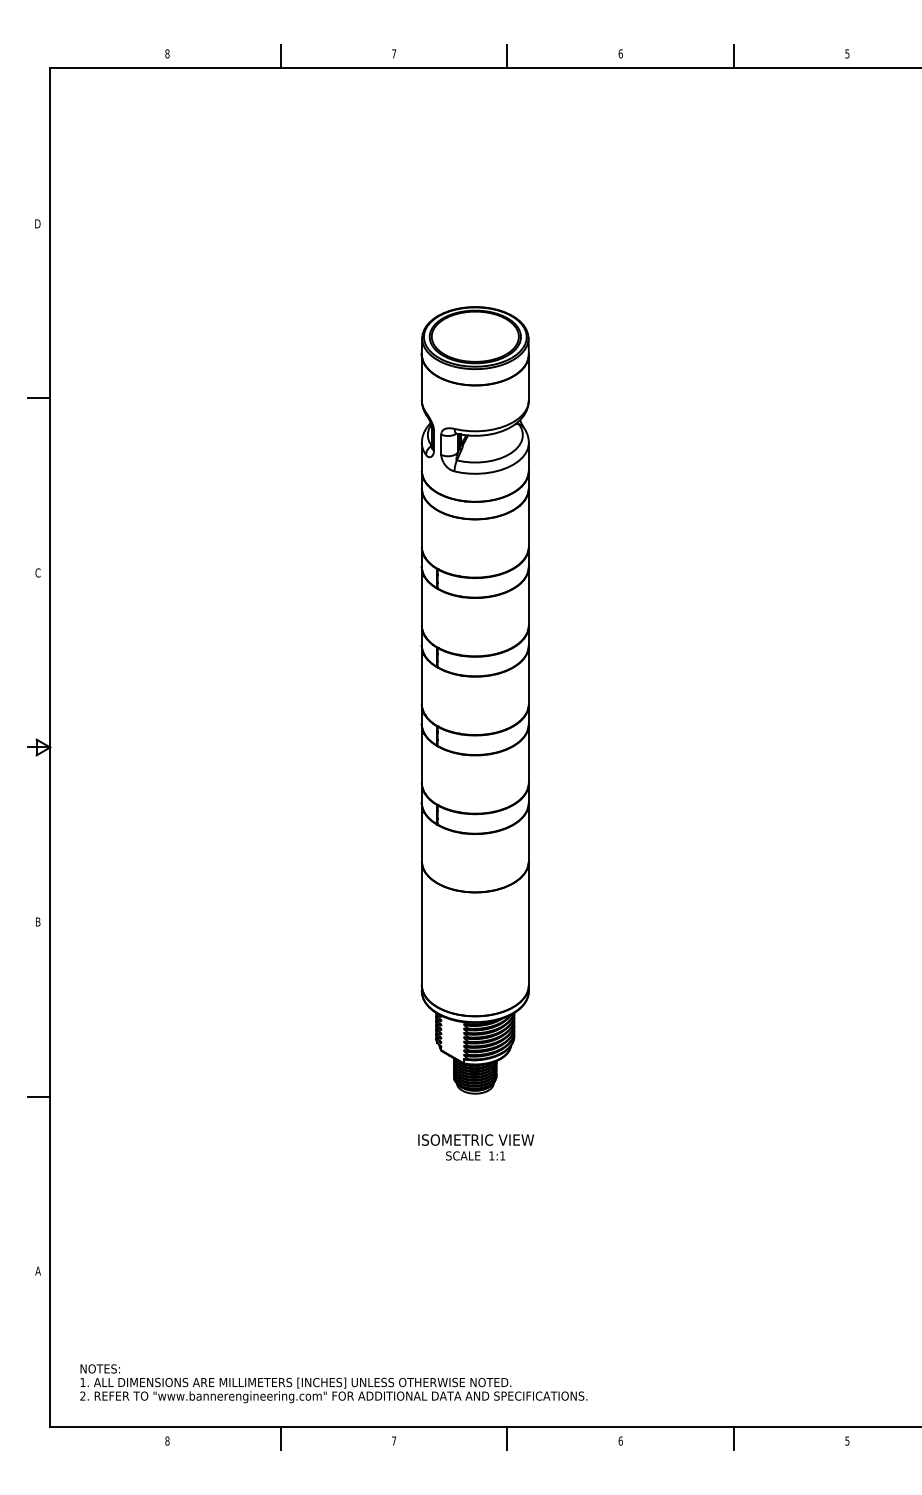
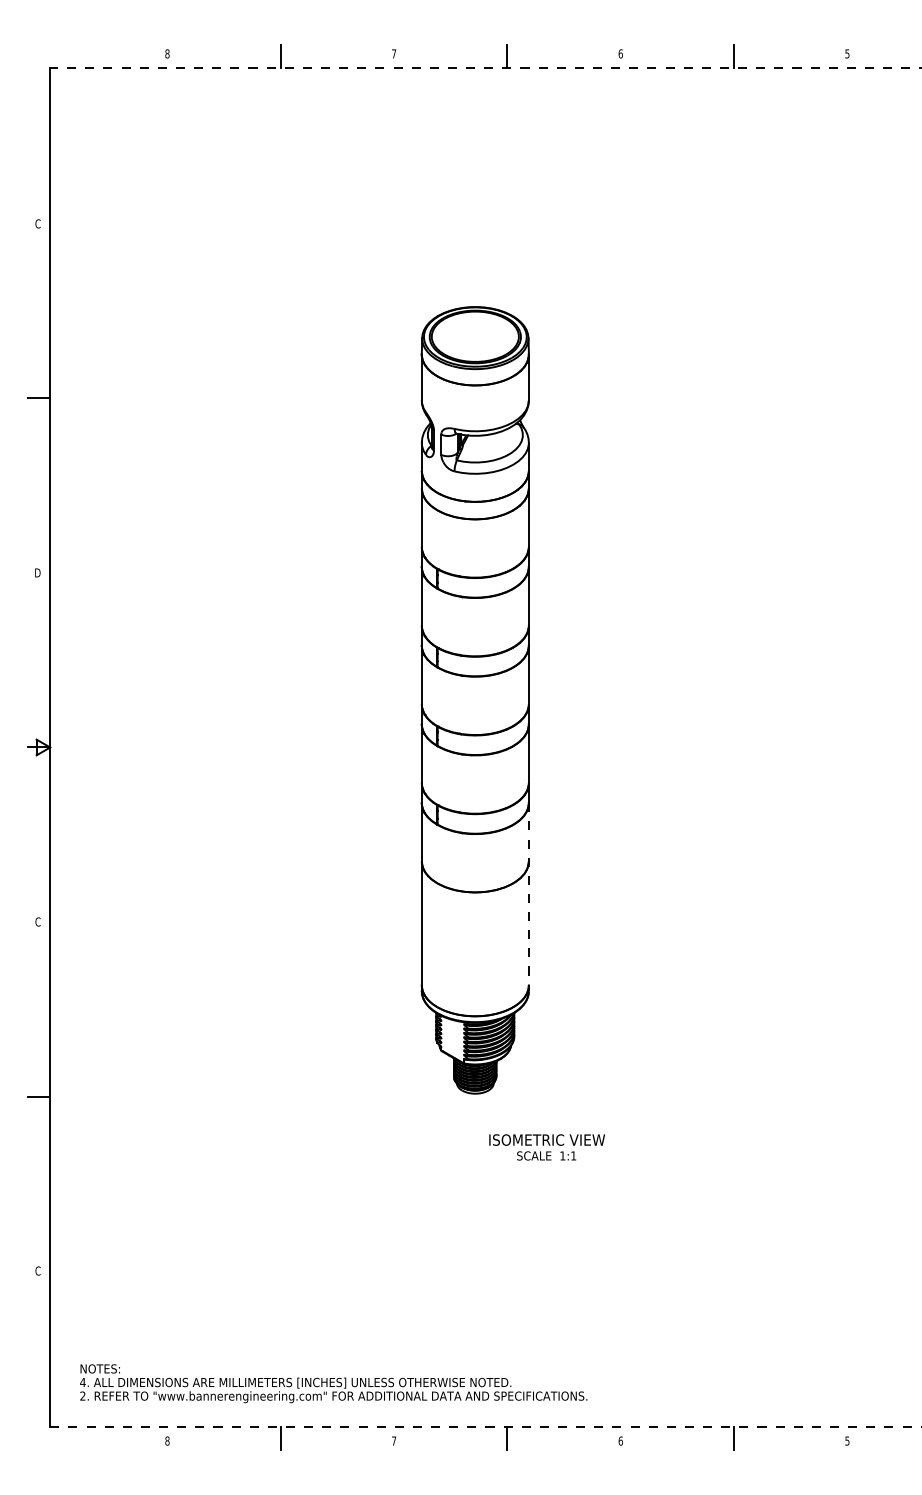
line at (486, 67): solid -> dashed
text at (37, 223): D -> C
text at (37, 572): C -> D
line at (528, 897): solid -> dashed
text at (37, 921): B -> C
text at (475, 1147) position: (475, 1147) -> (546, 1147)
text at (37, 1270): A -> C
text at (82, 1382): 1. -> 4.
line at (486, 1427): solid -> dashed
